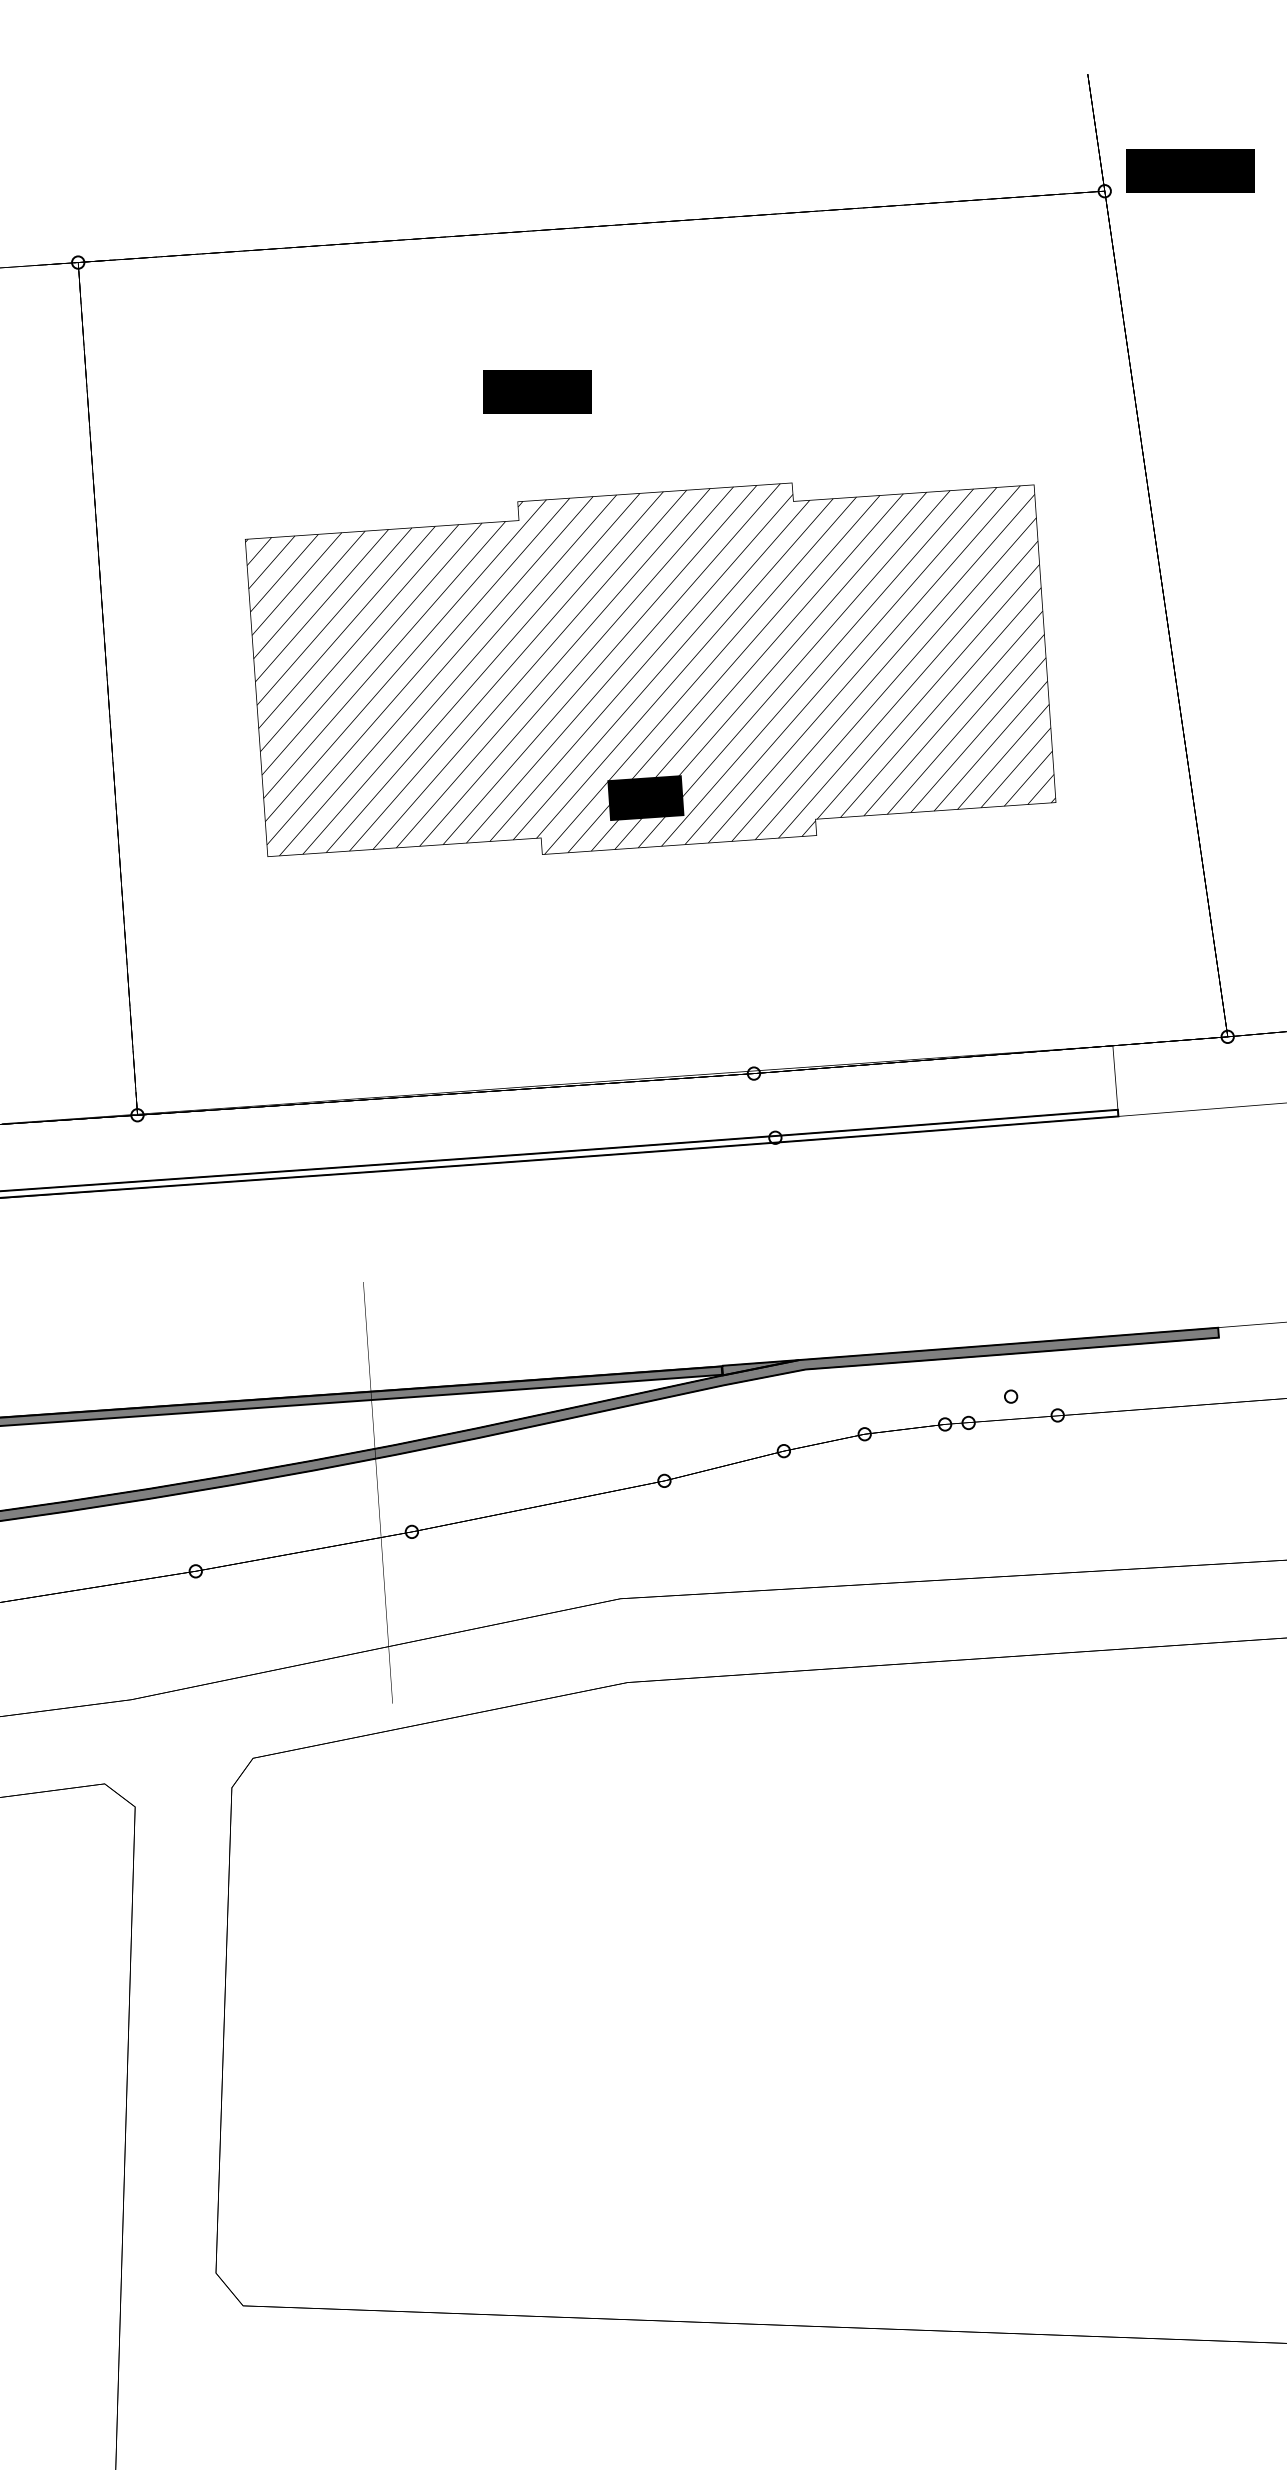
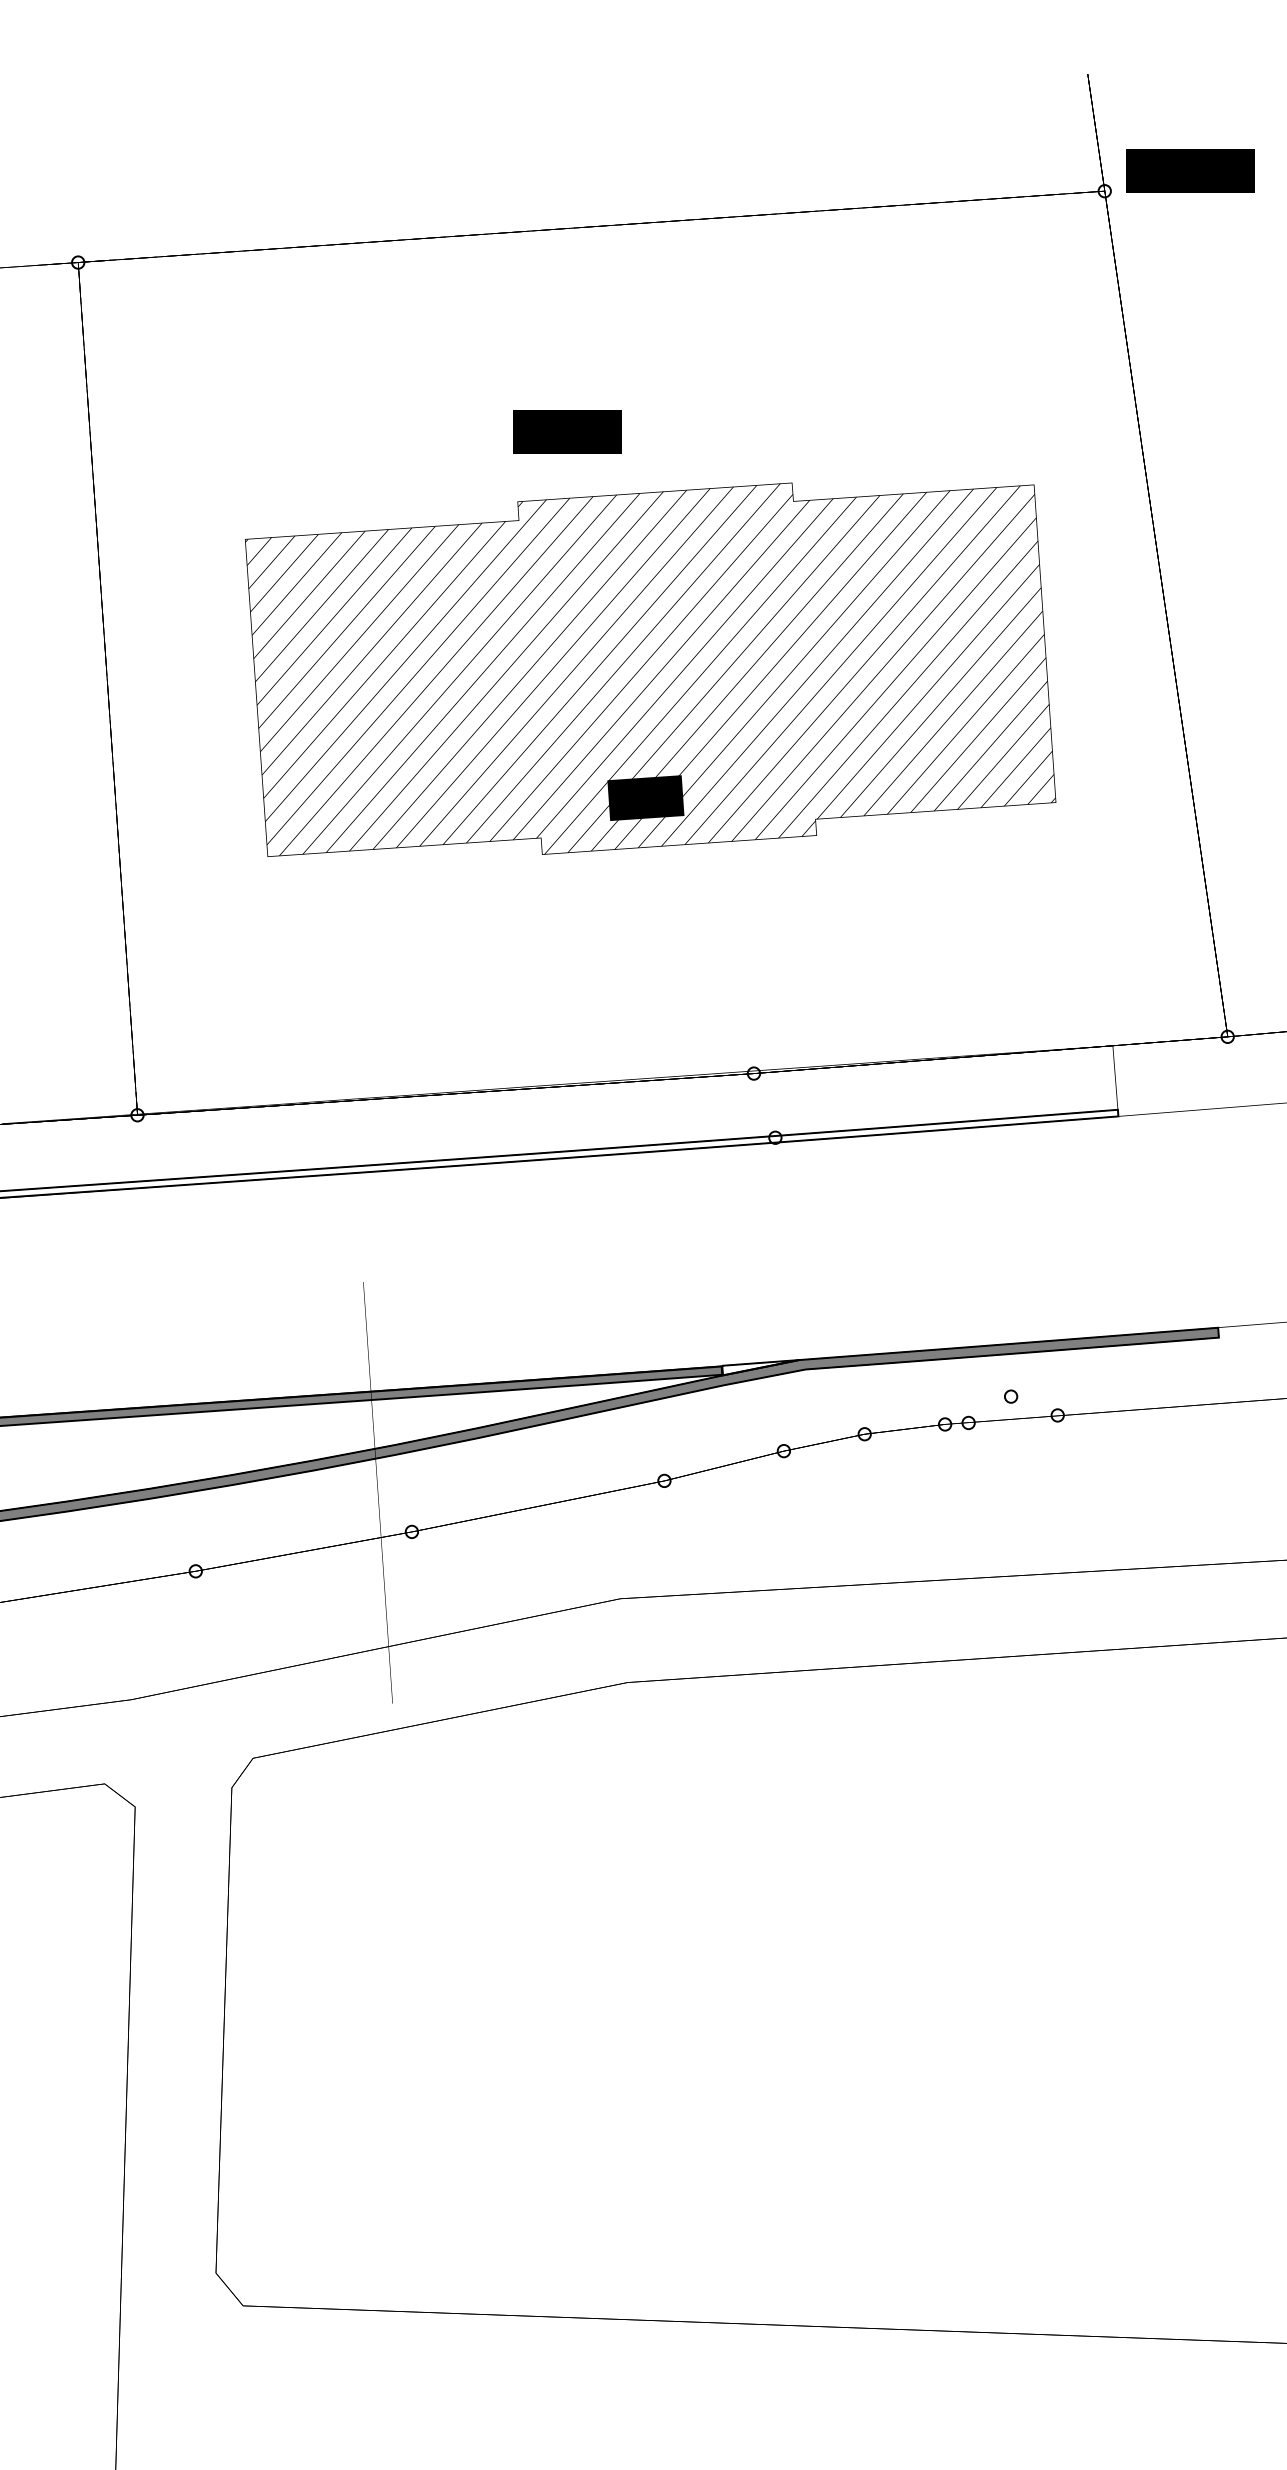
text at (537, 391) position: (537, 391) -> (567, 431)
fill at (760, 1367): present -> none
